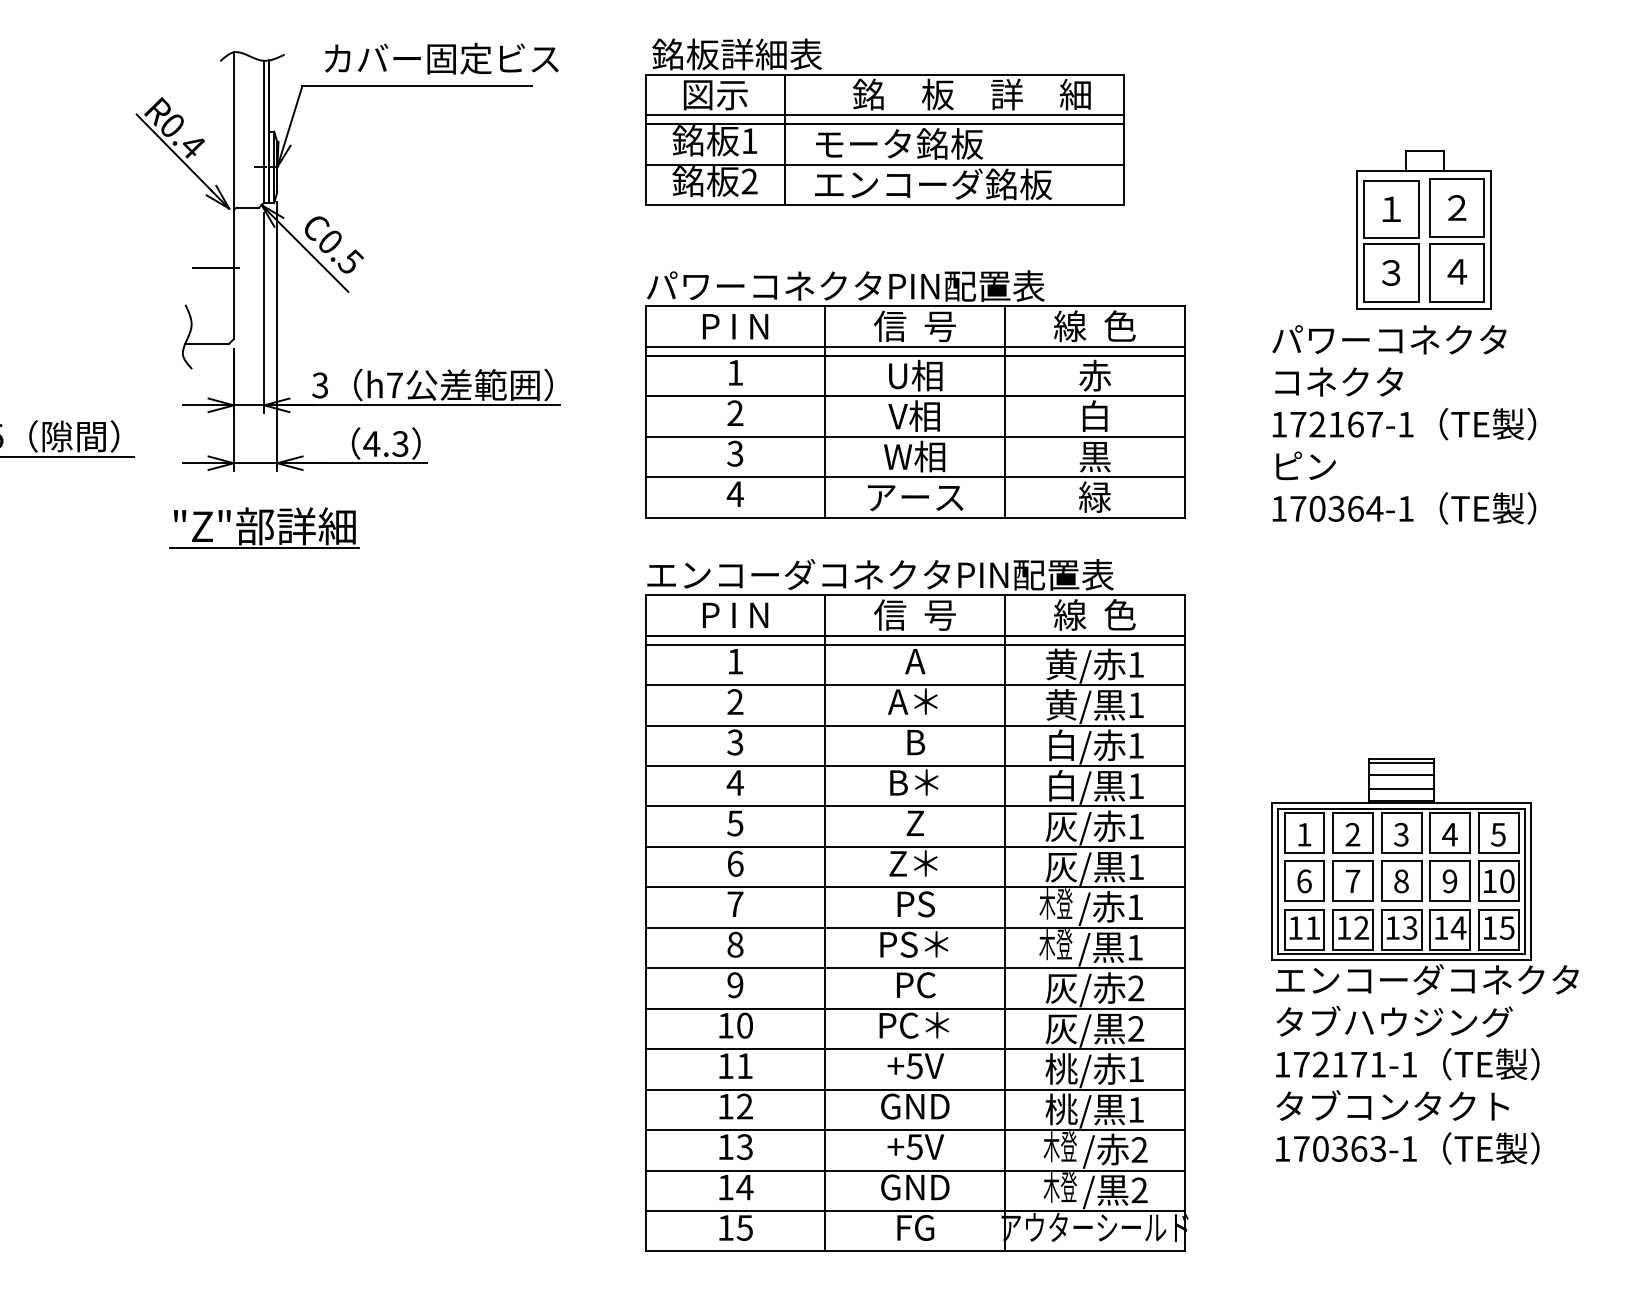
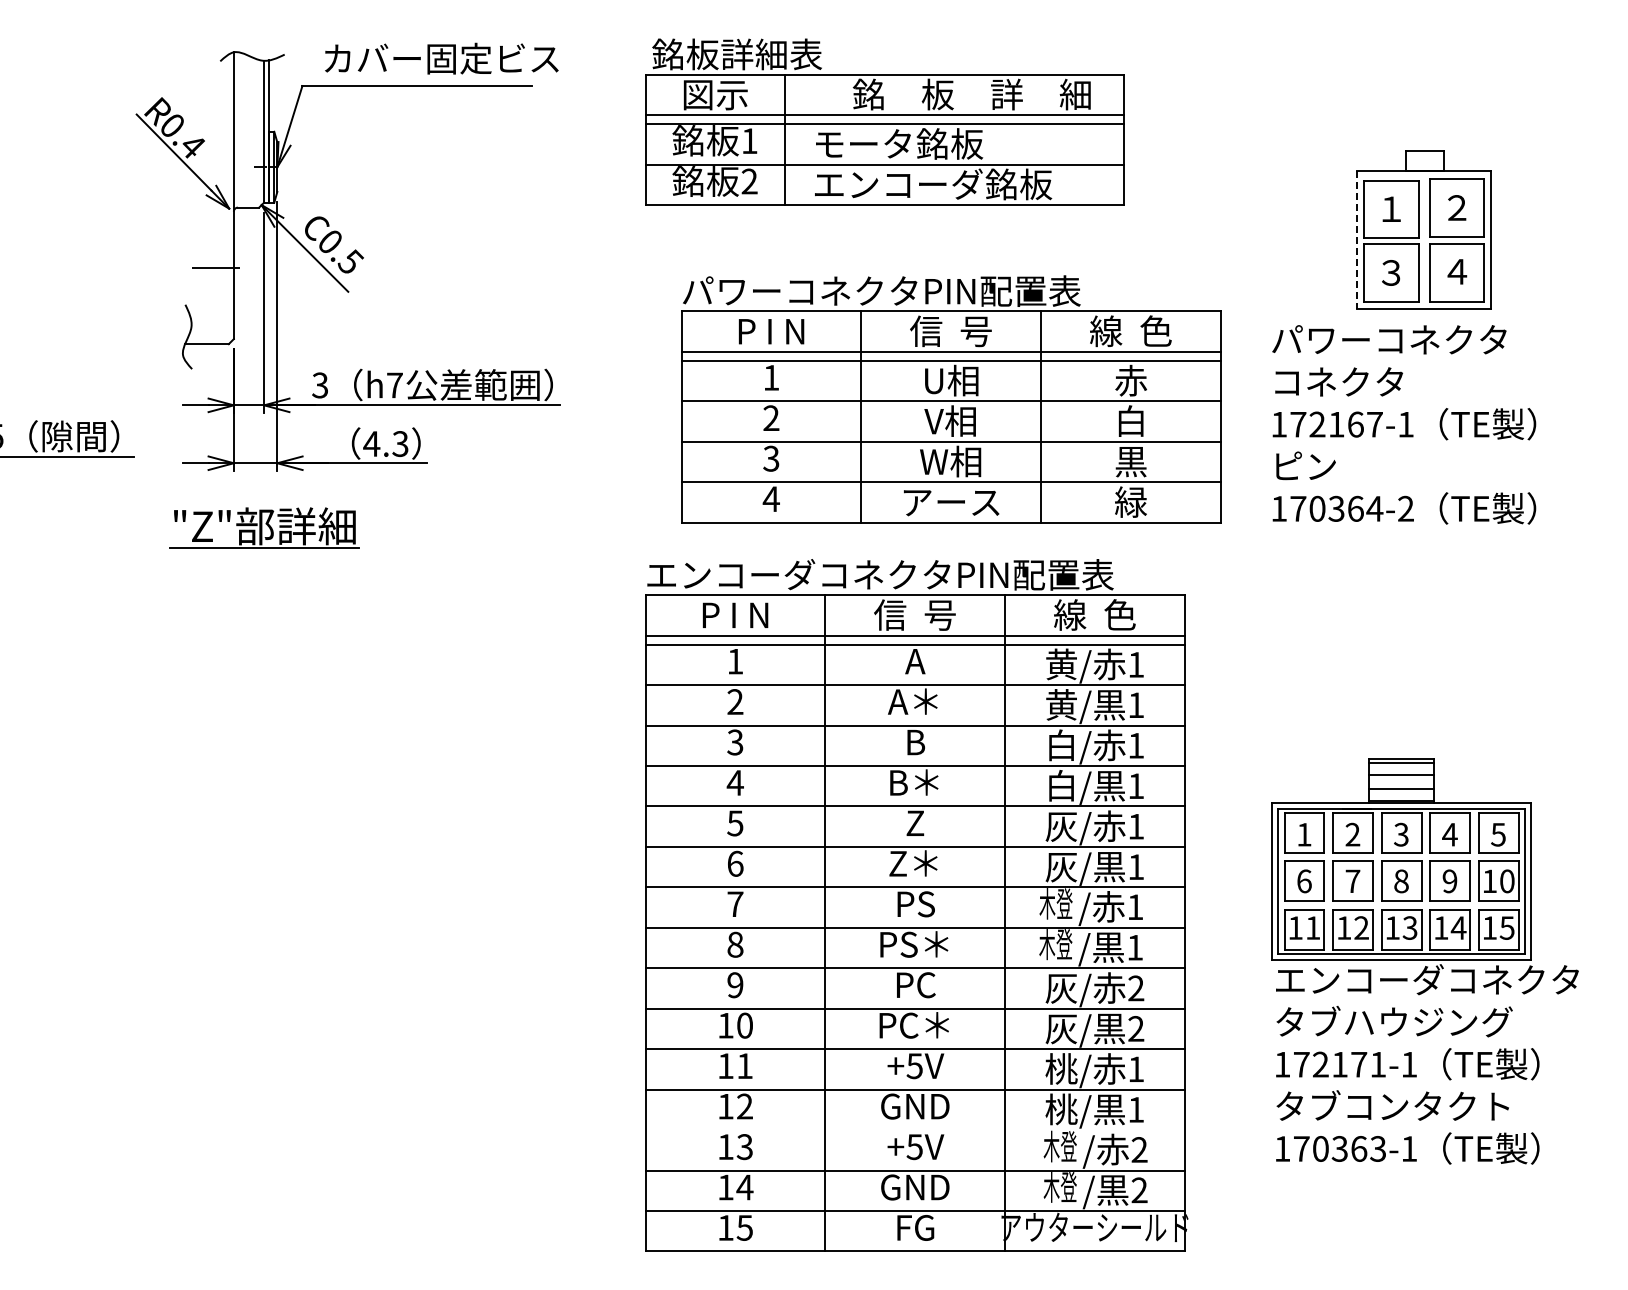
line at (1356, 240): solid -> dashed
part at (915, 394) position: (915, 394) -> (951, 399)
text at (1405, 508): 170364-1 -> 170364-2
line at (915, 1130): present -> none
